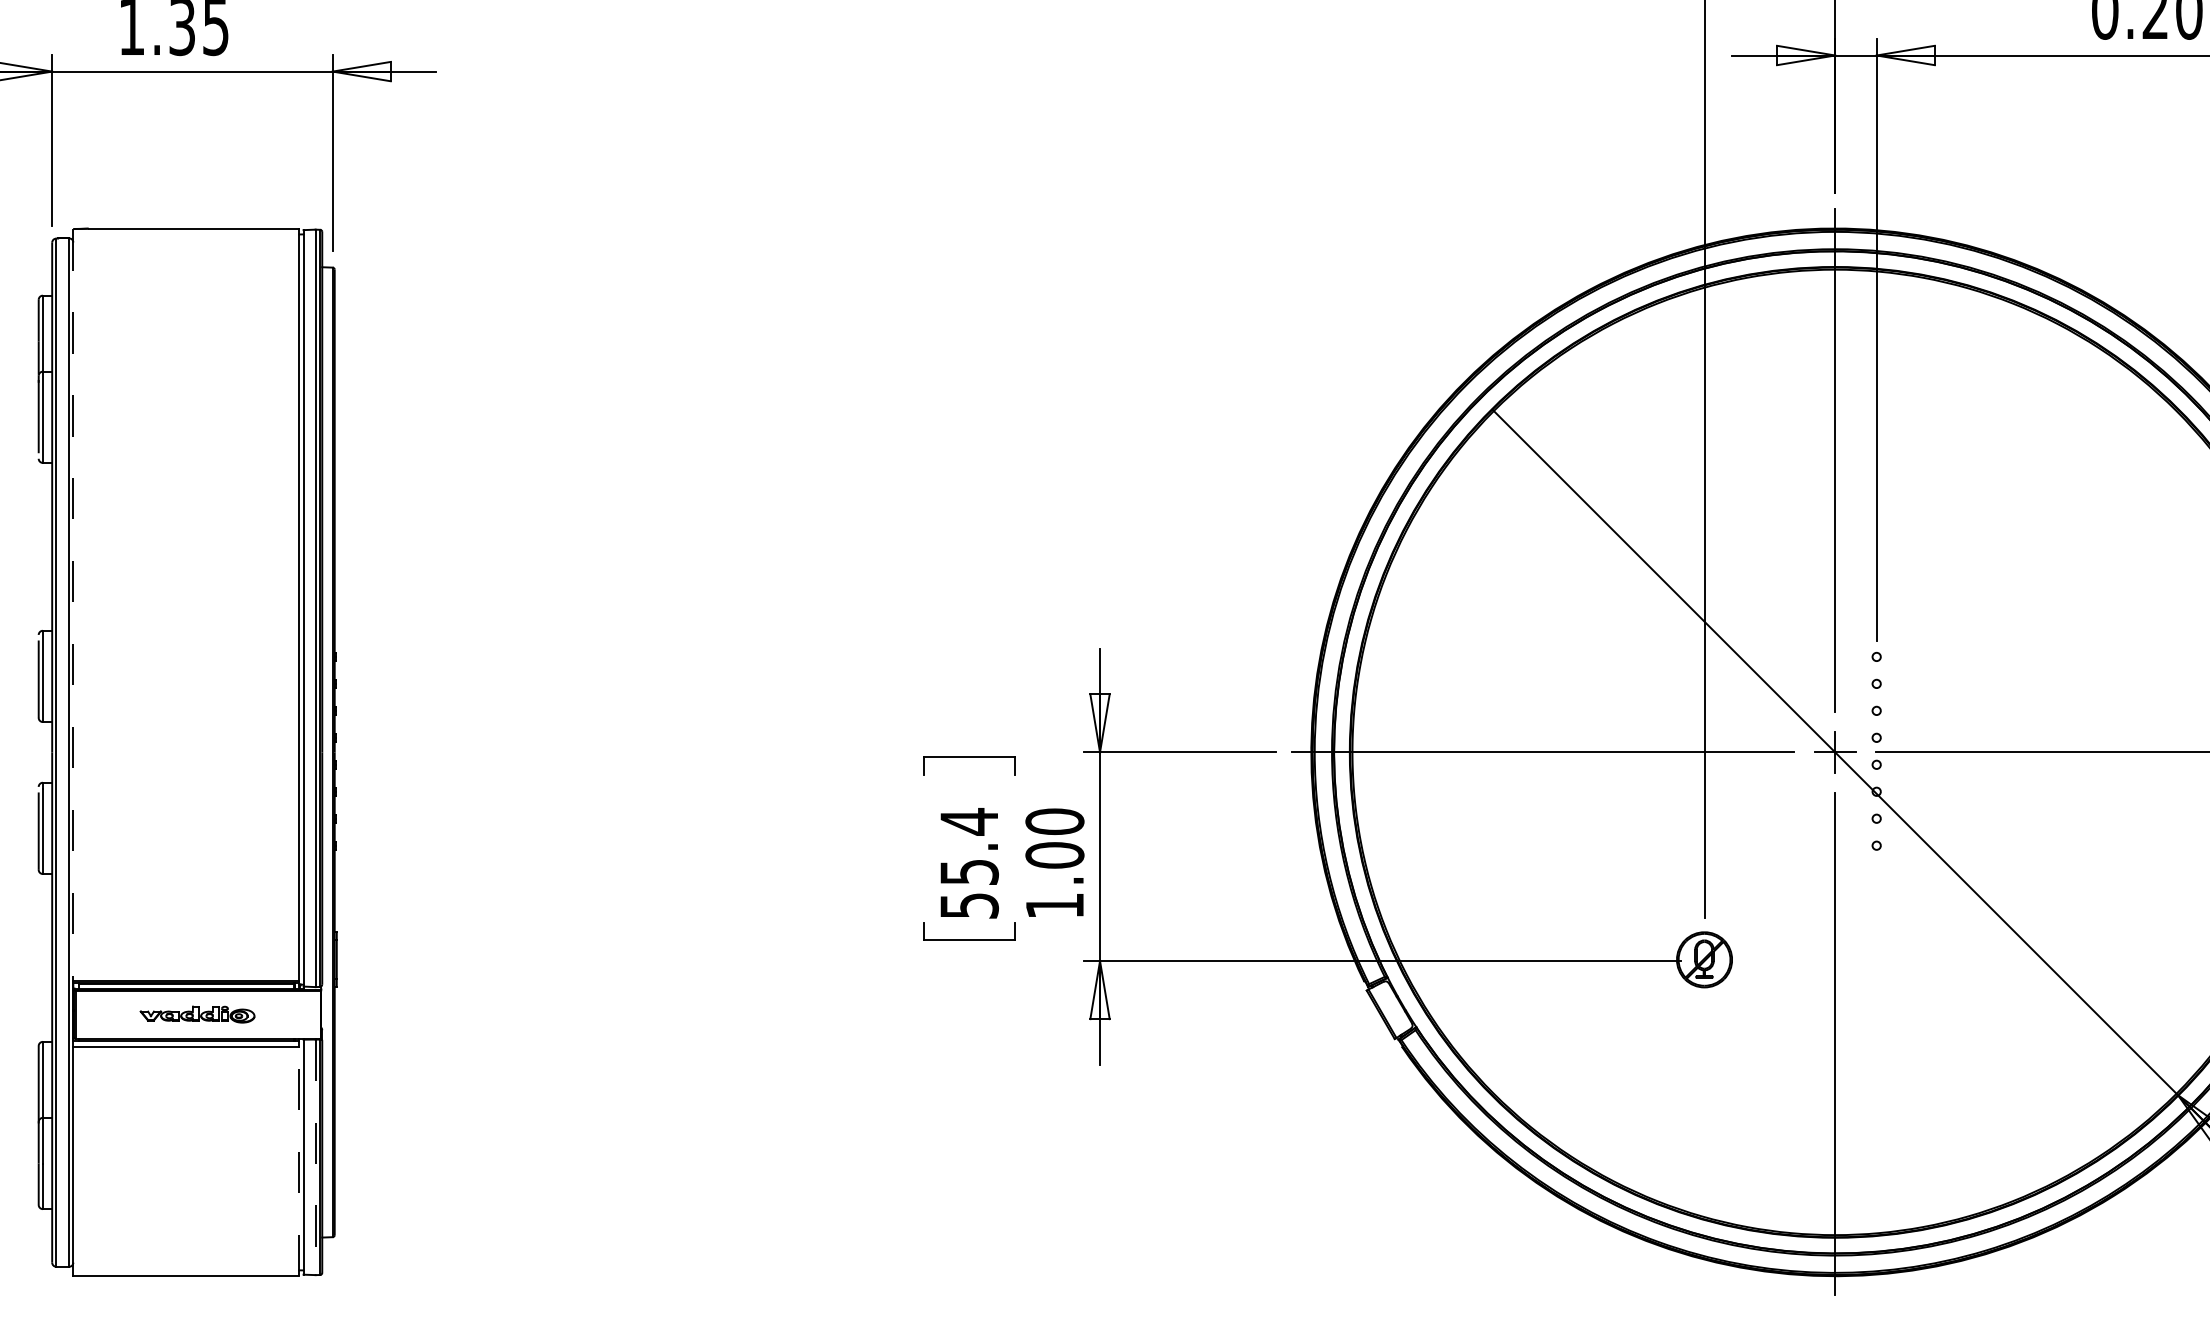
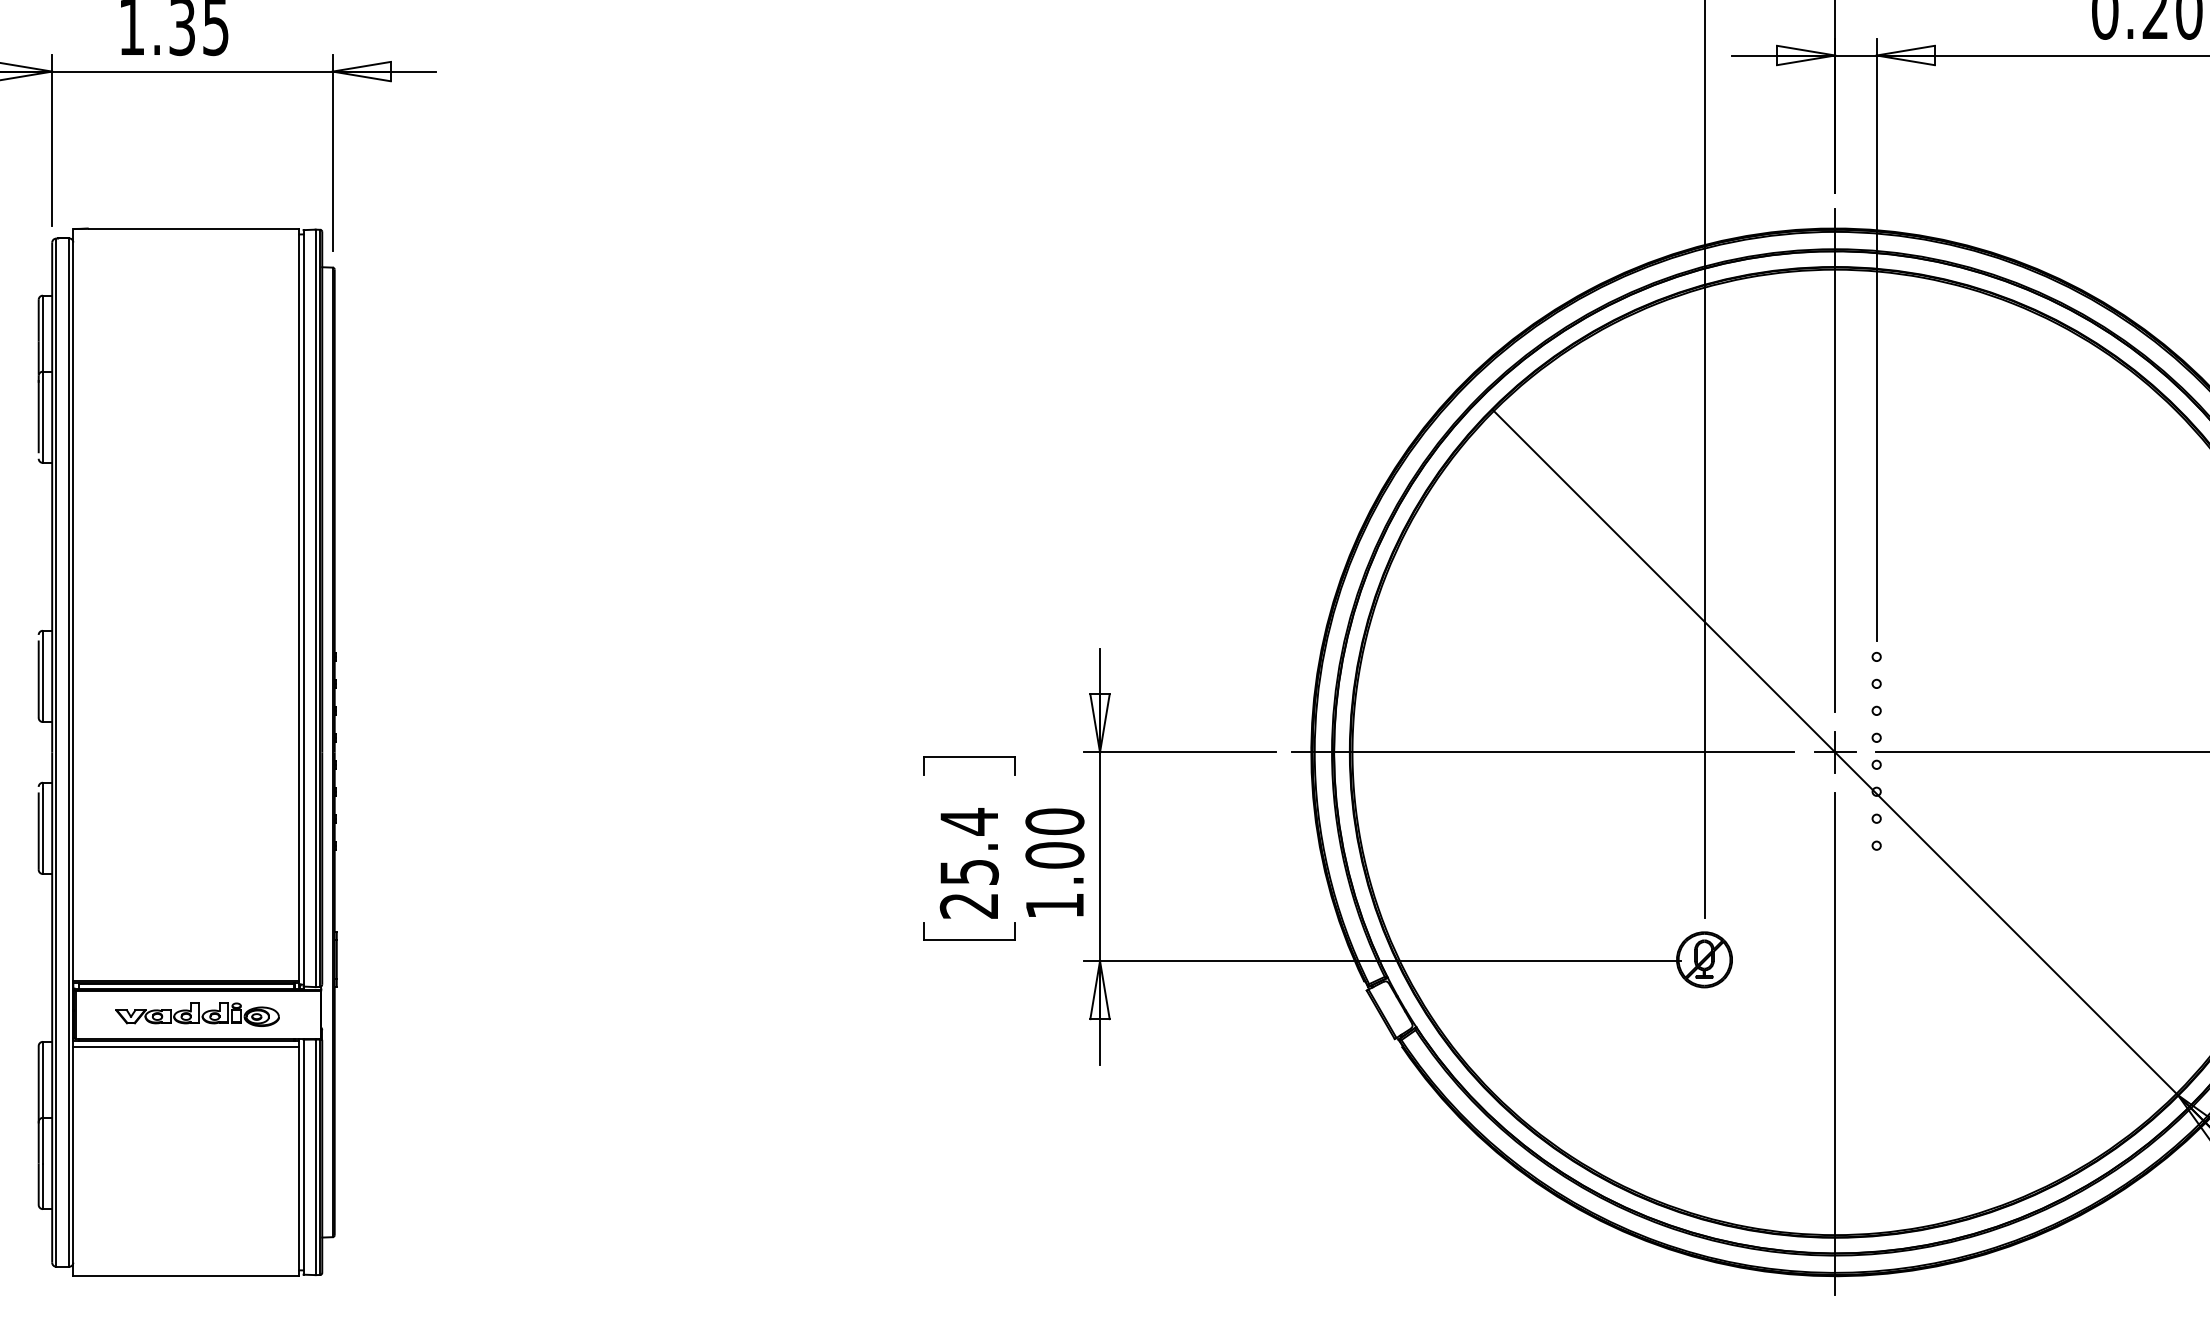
line at (73, 605): dashed -> solid
text at (968, 905): 55.4 -> 25.4
part at (197, 1014) size: 117x19 px -> 165x25 px
line at (315, 1157): dashed -> solid
line at (299, 1161): dashed -> solid
